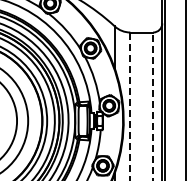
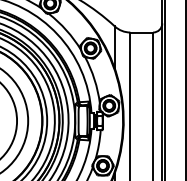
line at (153, 106): dashed -> solid
line at (130, 107): dashed -> solid
